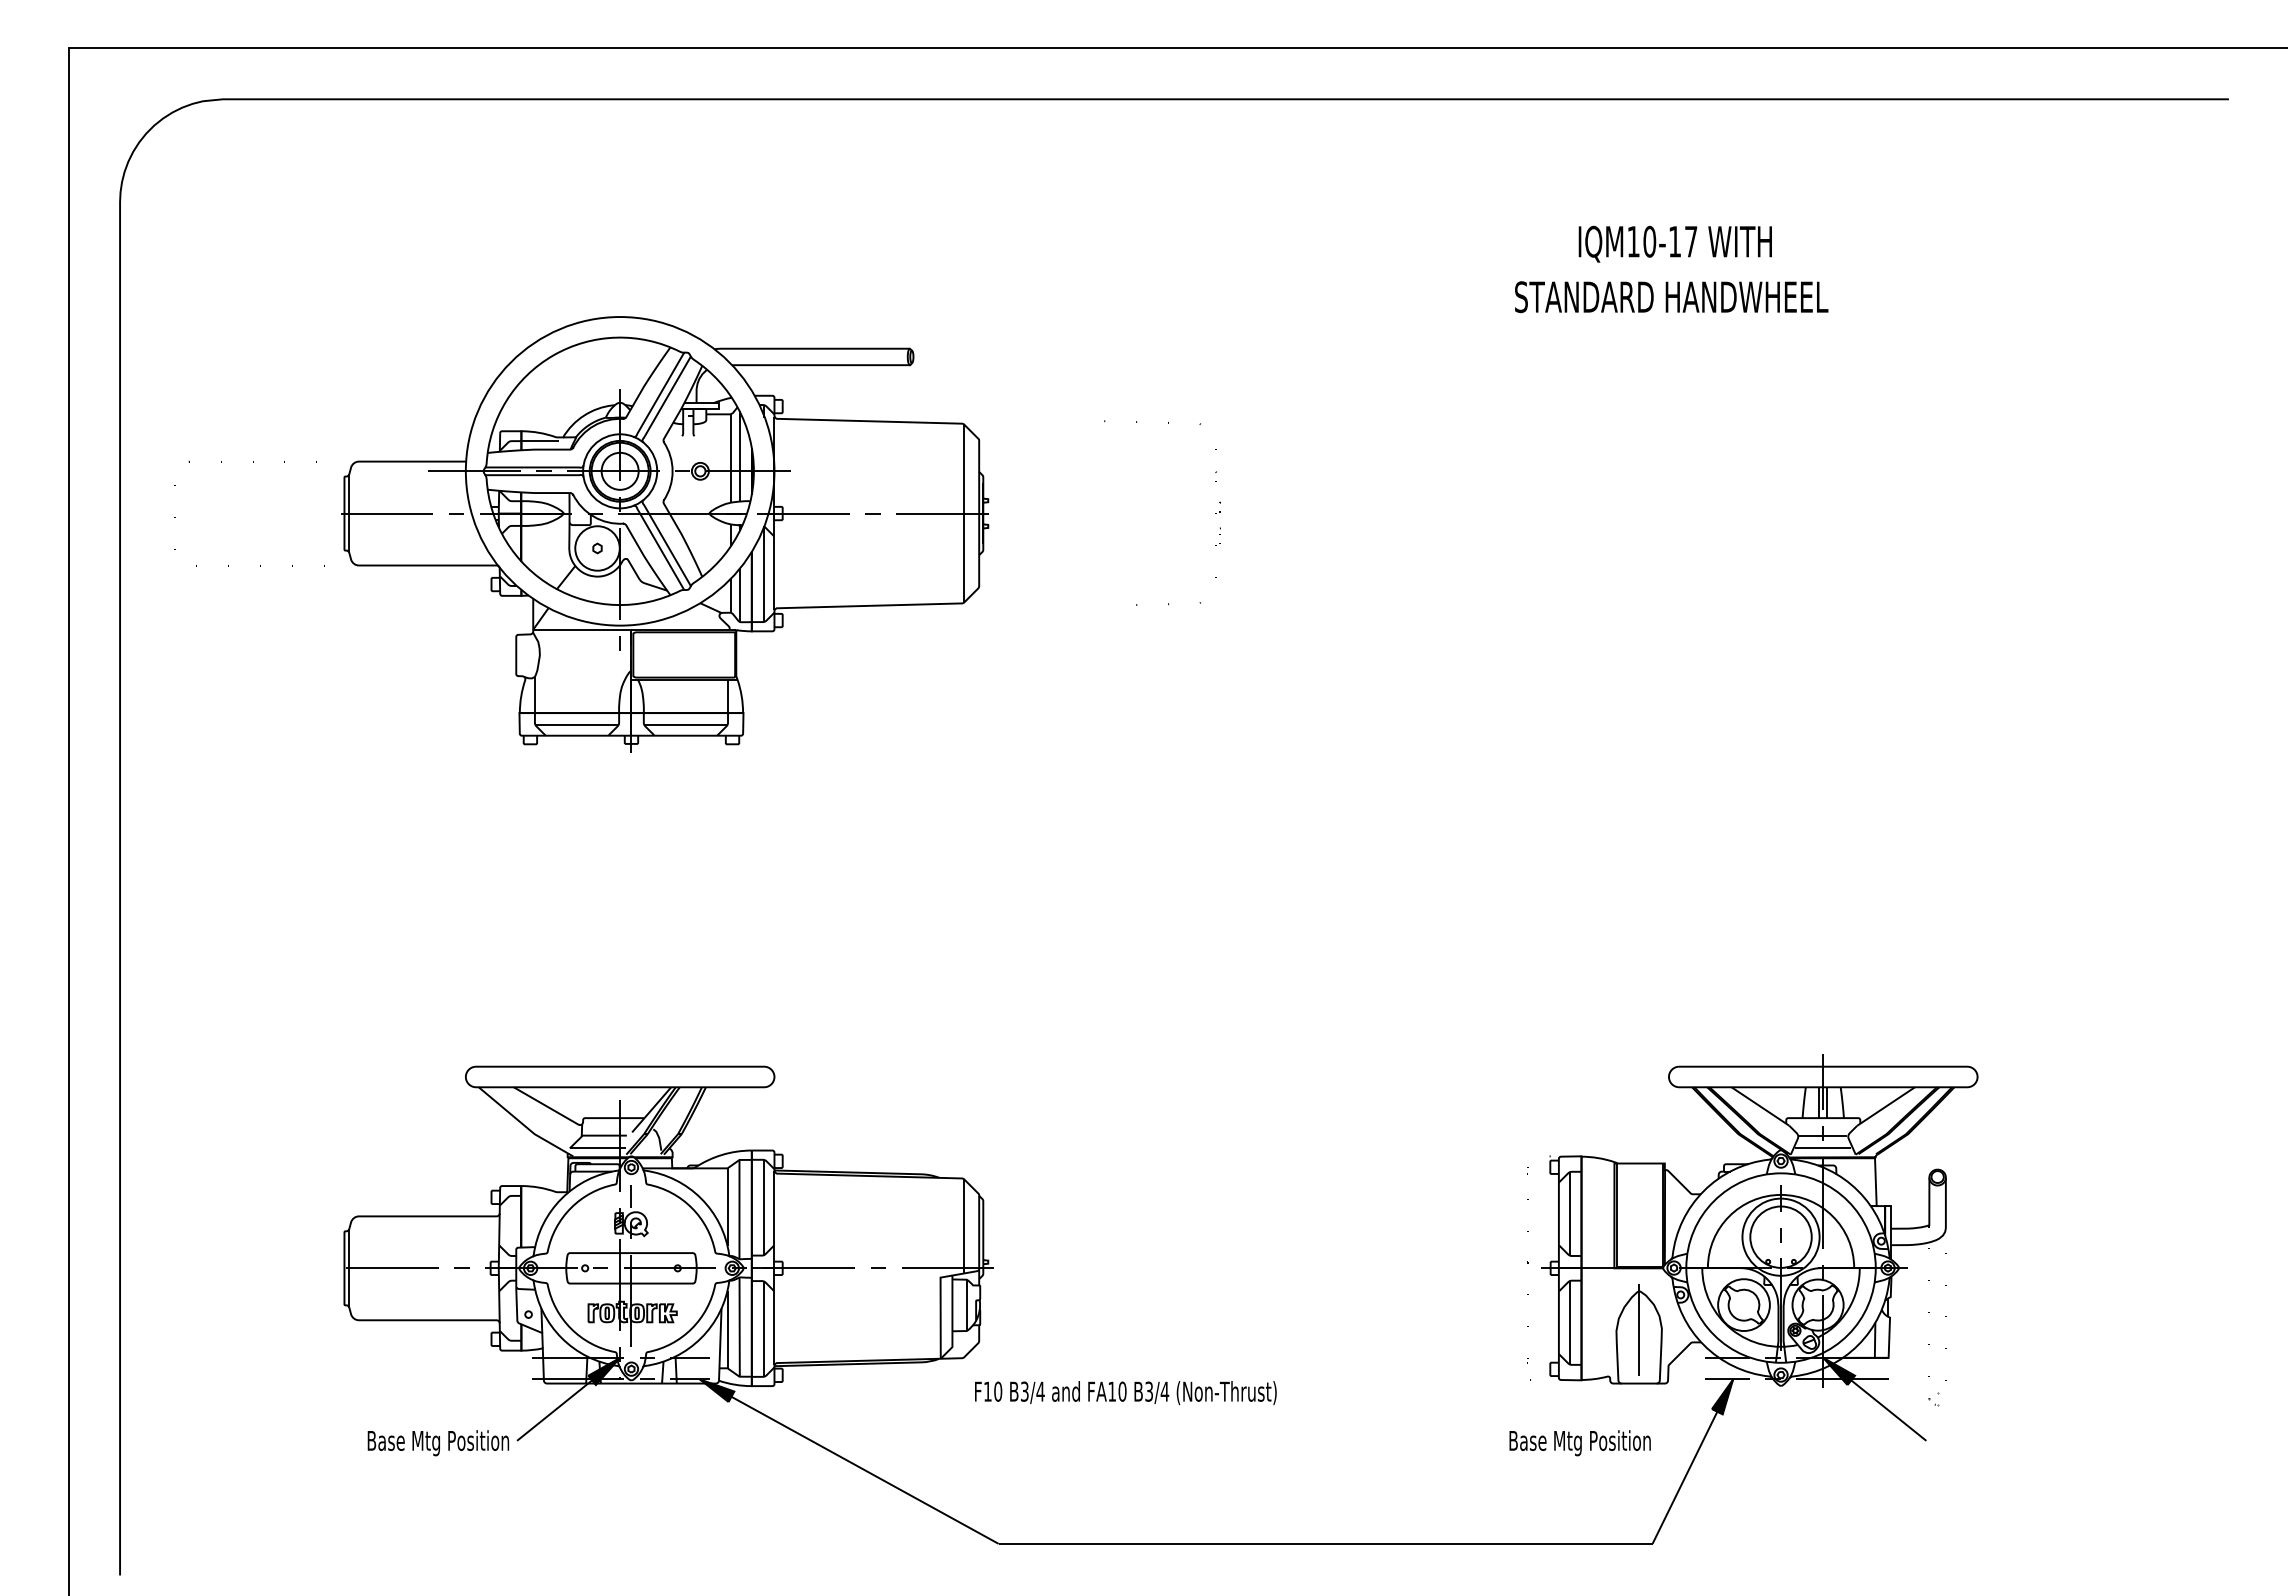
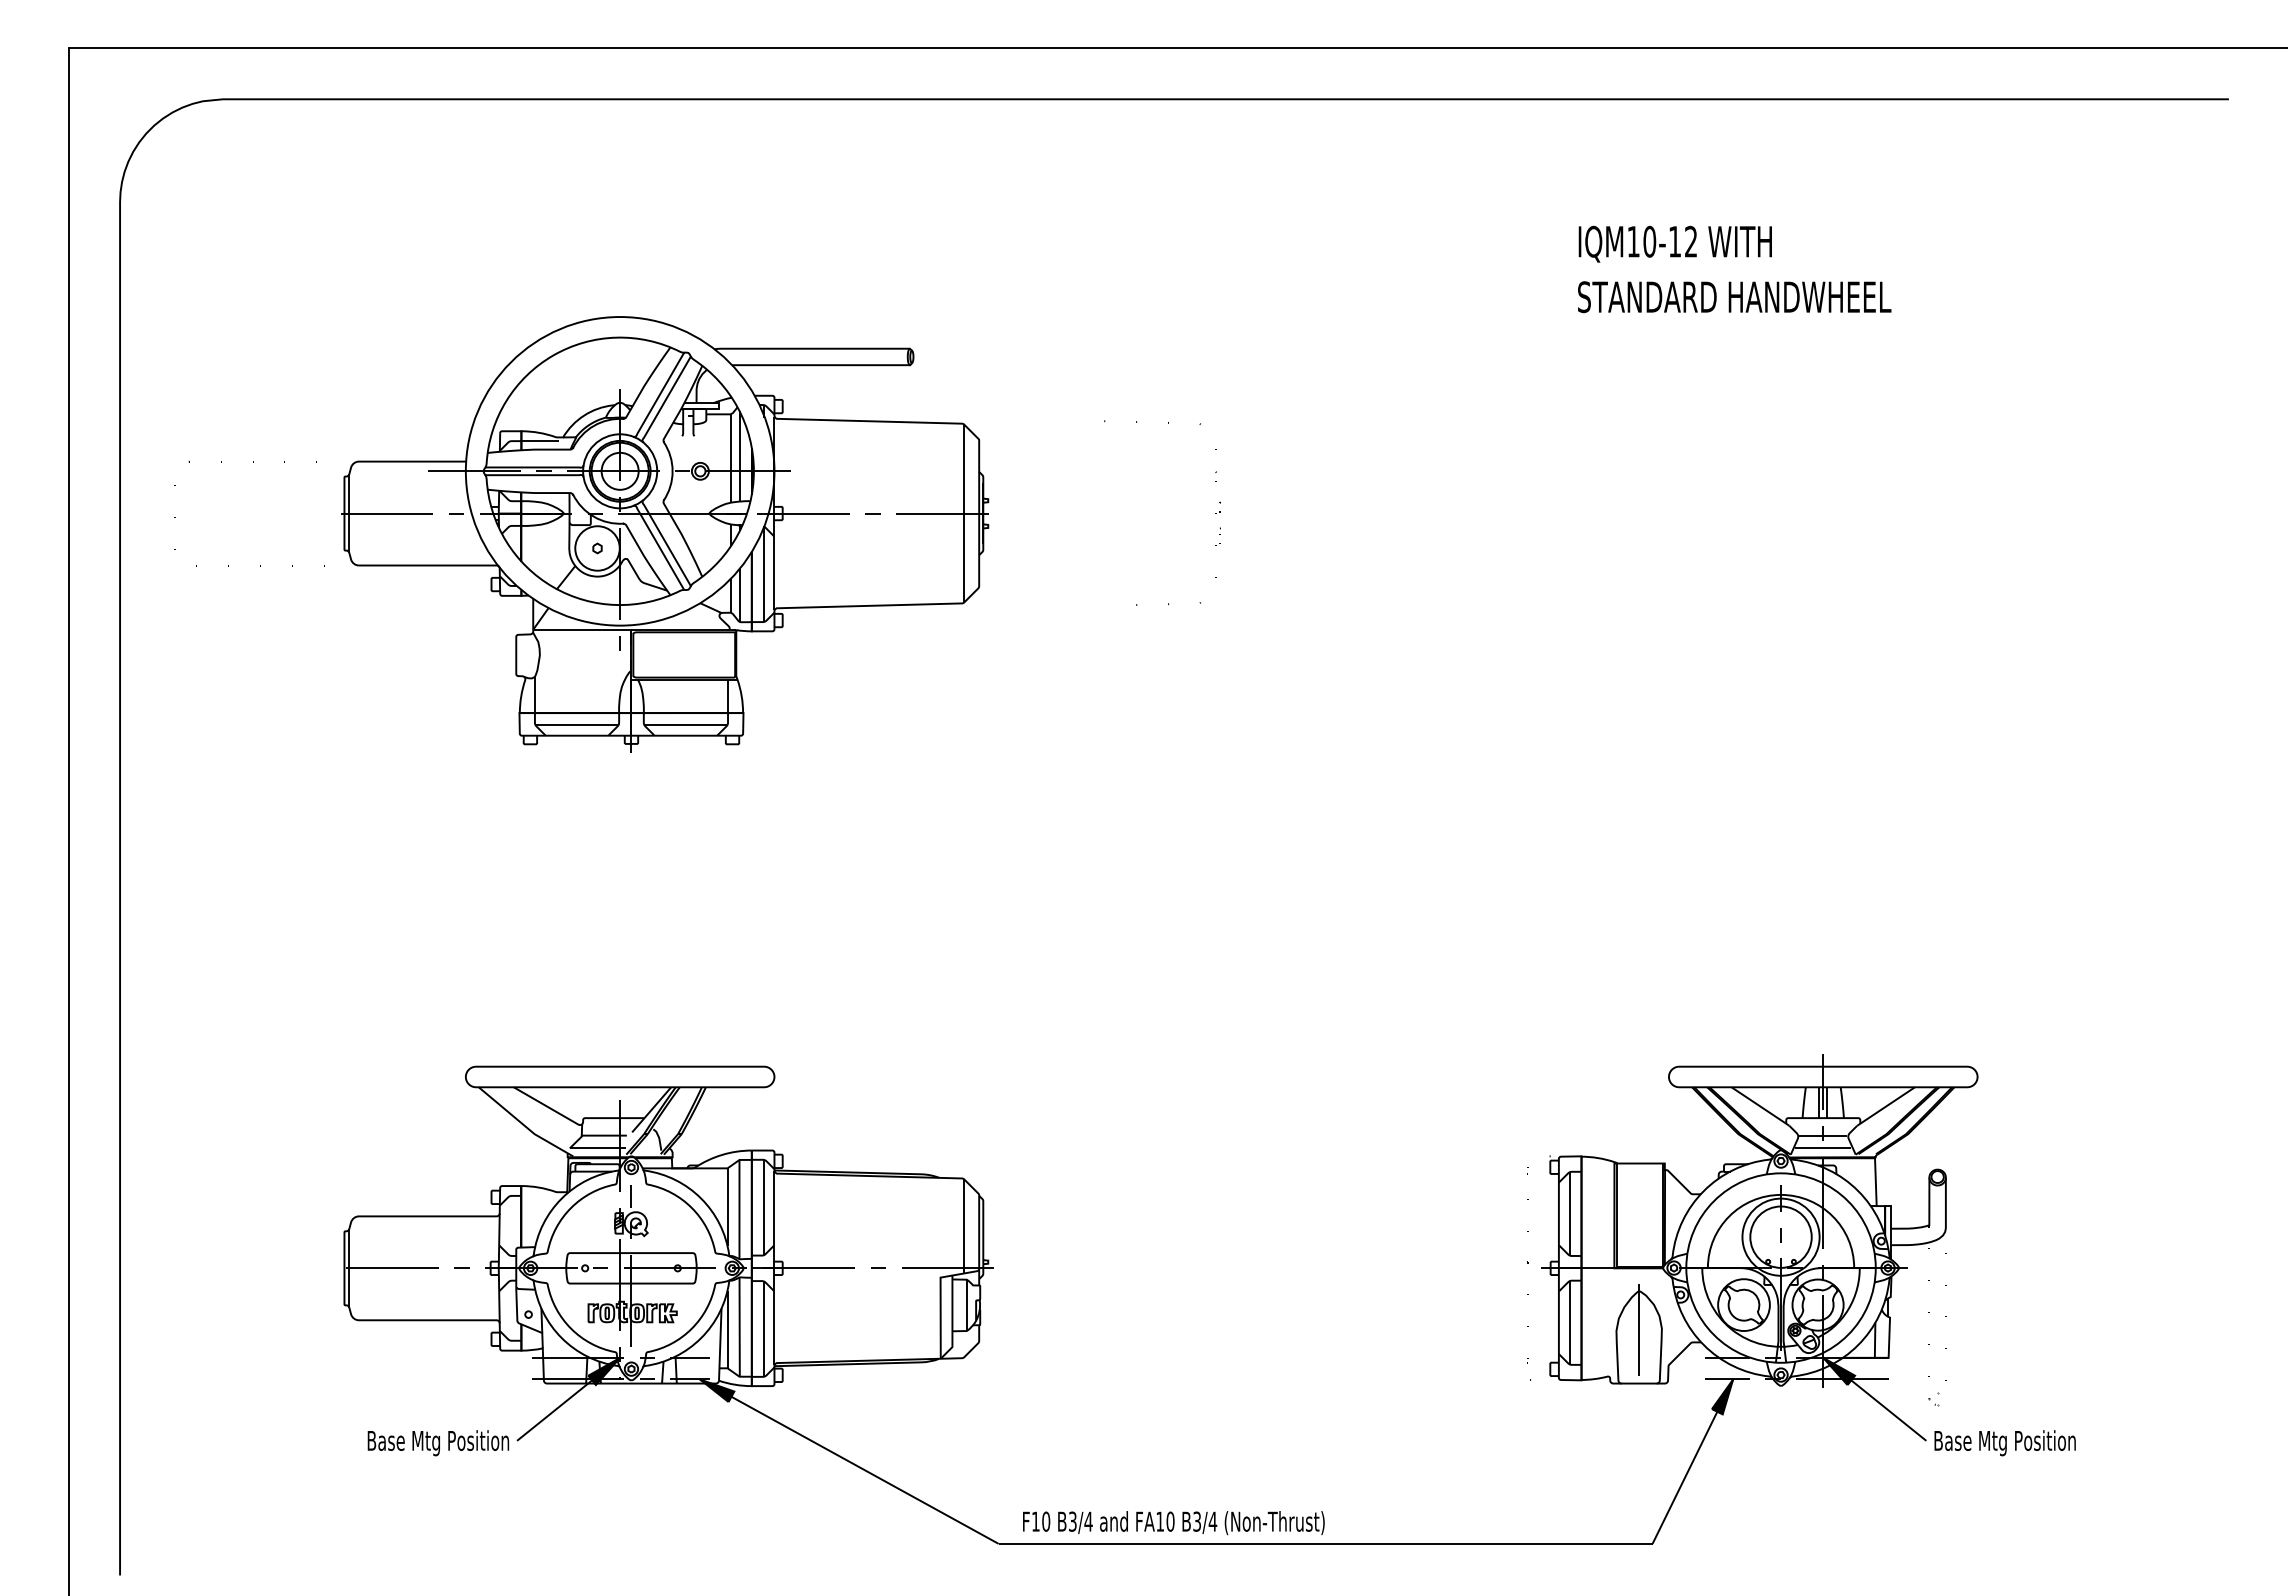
text at (1691, 241): IQM10-17 -> IQM10-12
text at (1671, 297) position: (1671, 297) -> (1734, 297)
text at (1125, 1393) position: (1125, 1393) -> (1173, 1523)
text at (1579, 1443) position: (1579, 1443) -> (2004, 1443)
